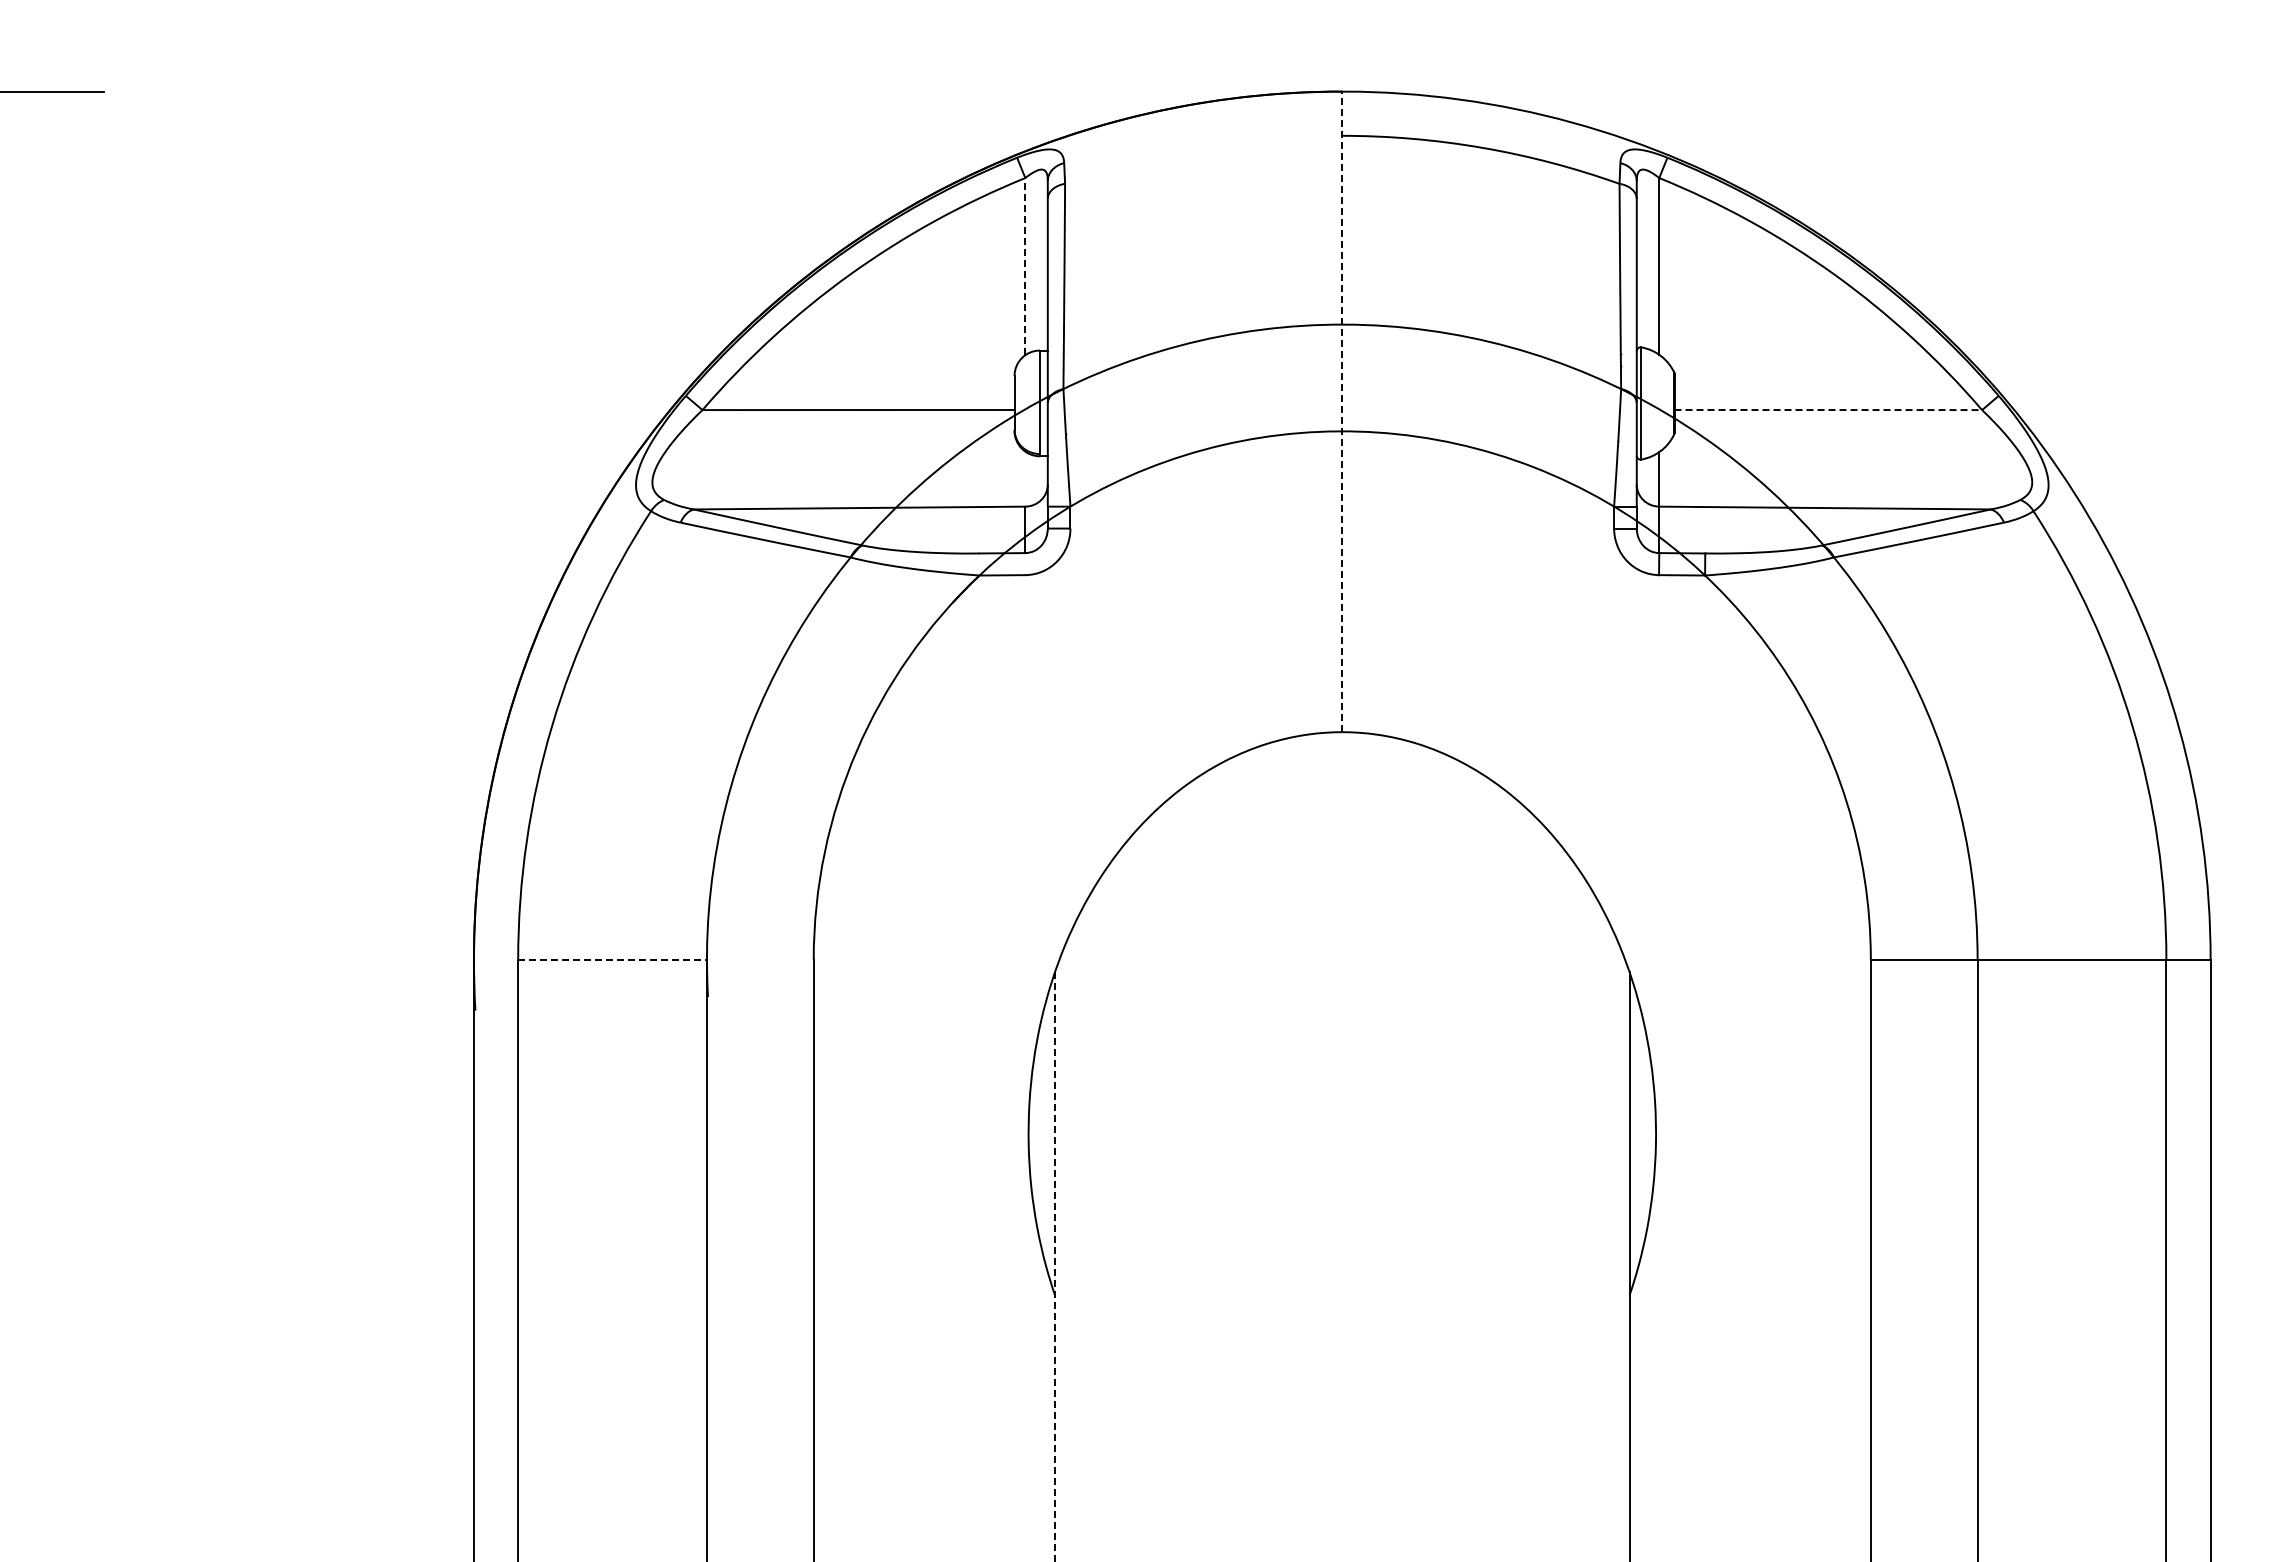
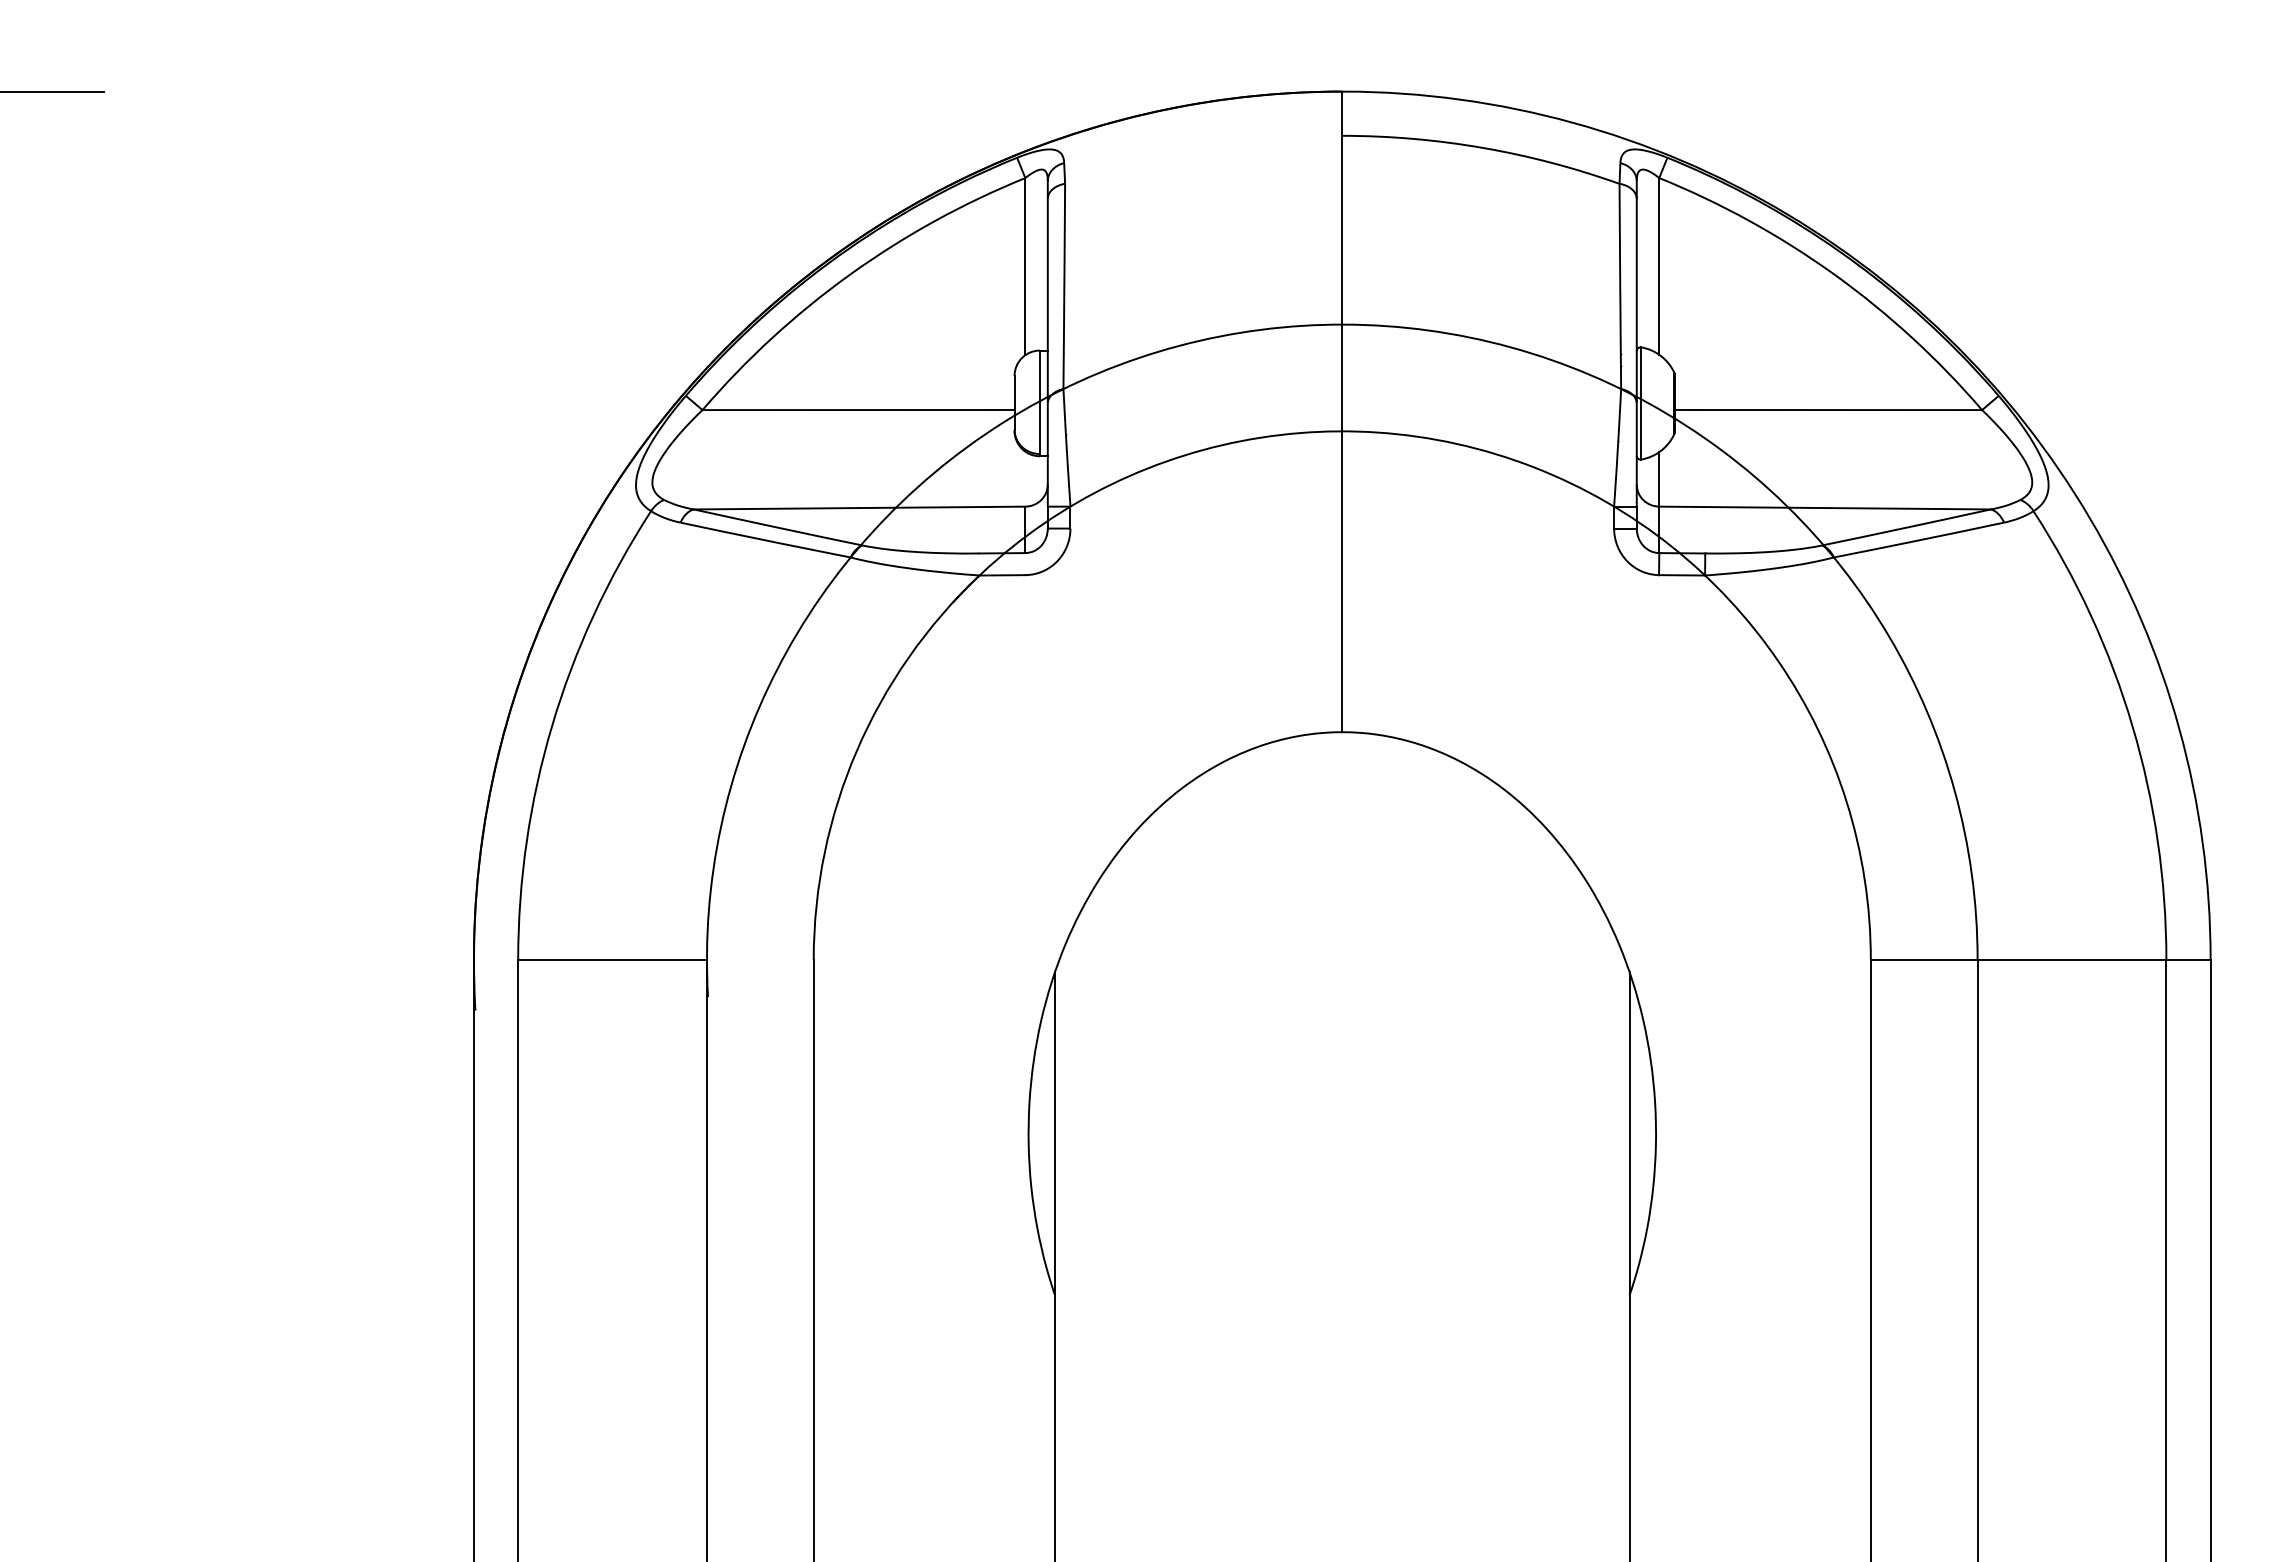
line at (1025, 266): dashed -> solid
line at (1828, 410): dashed -> solid
line at (1342, 411): dashed -> solid
line at (613, 959): dashed -> solid
line at (1054, 1266): dashed -> solid
